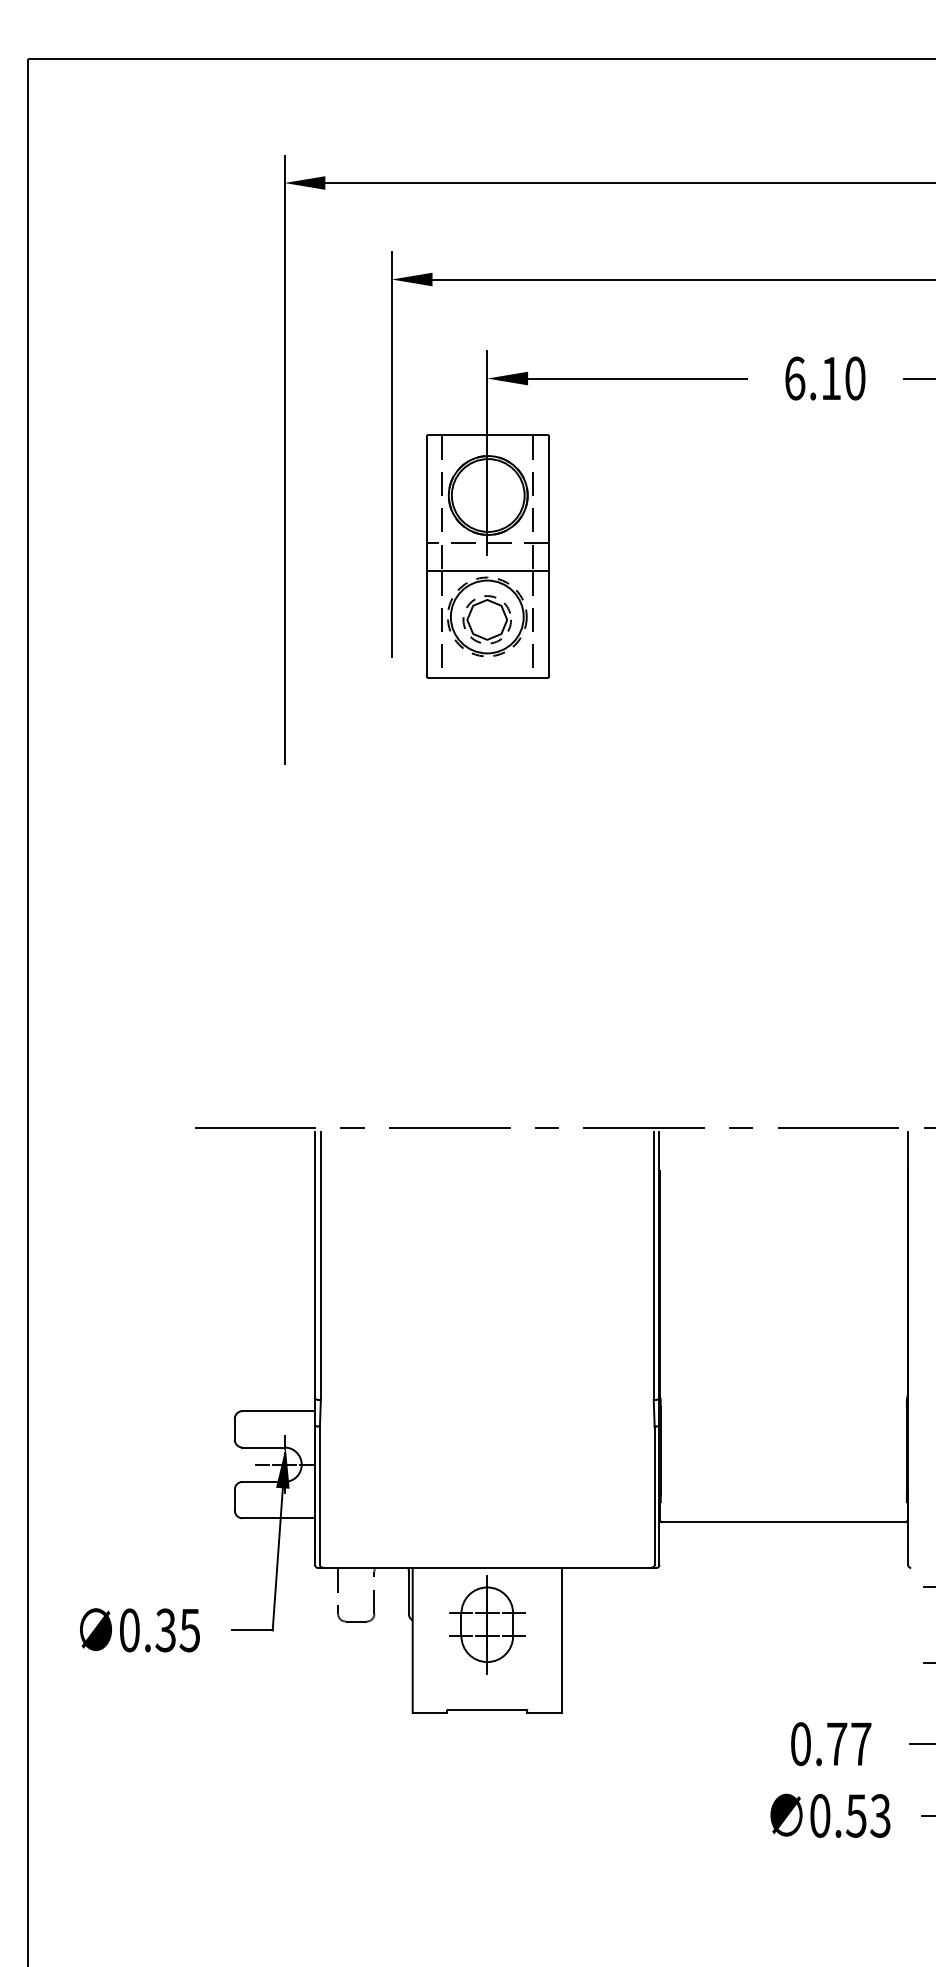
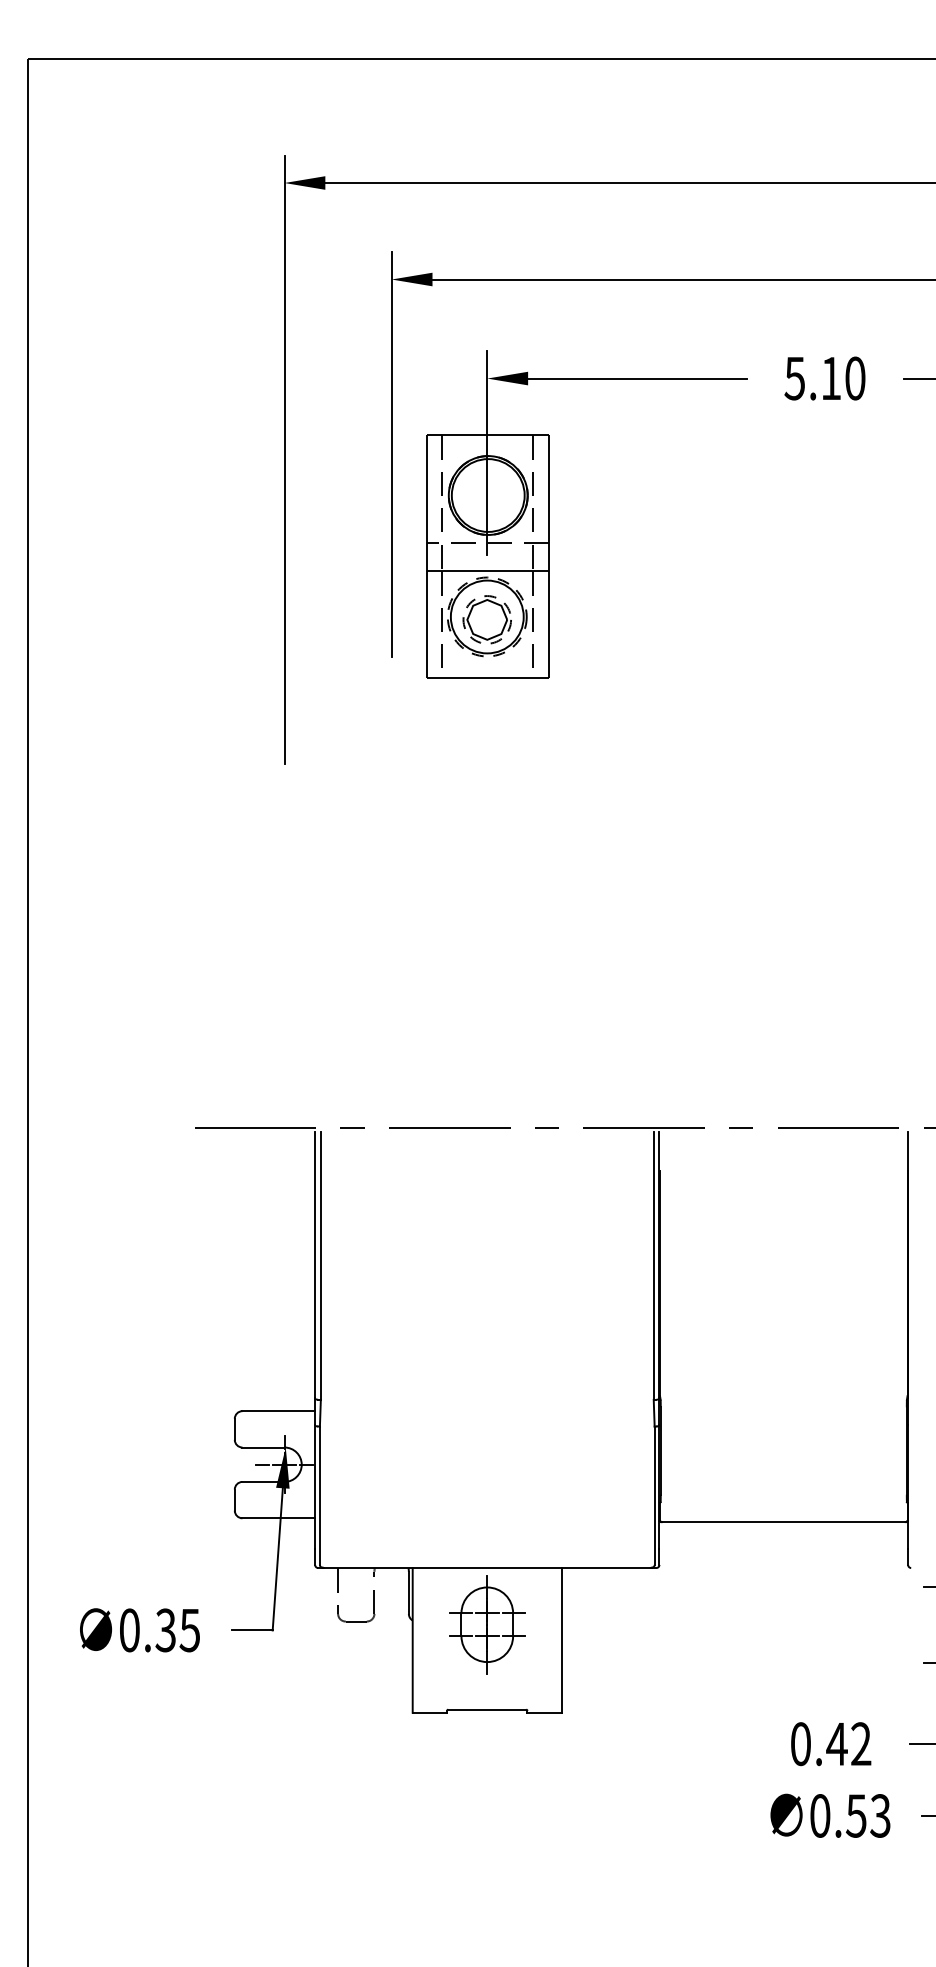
text at (794, 378): 6.10 -> 5.10
text at (848, 1743): 0.77 -> 0.42
